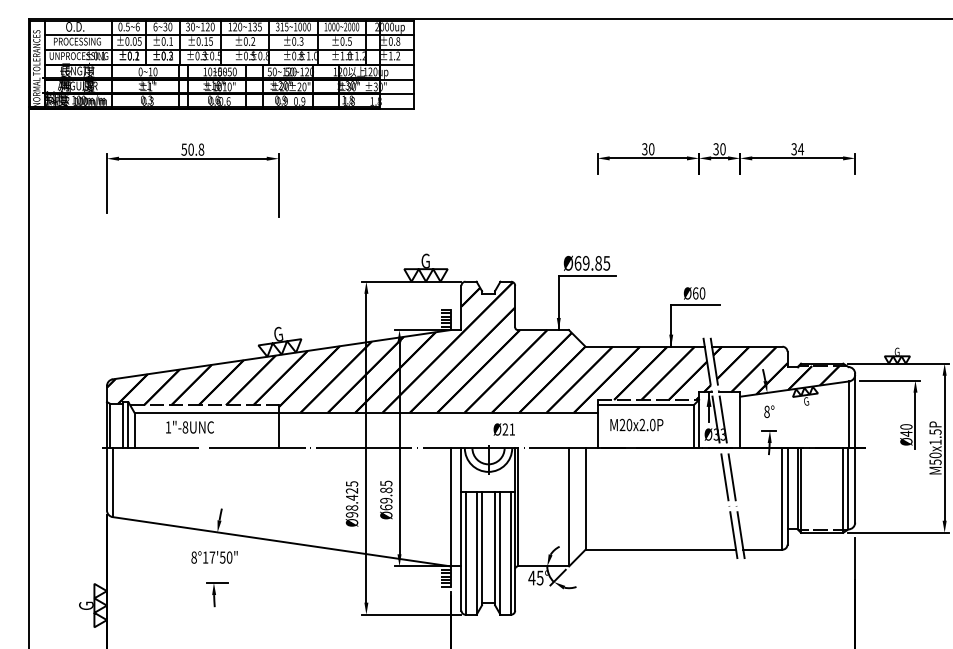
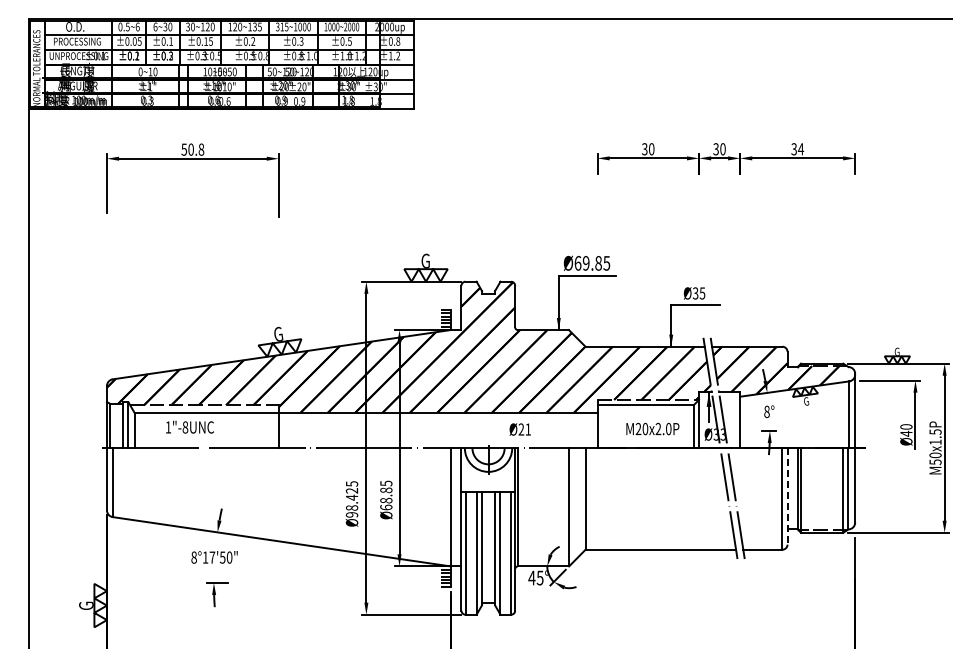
text at (698, 293): Ø60 -> Ø35
text at (636, 424) position: (636, 424) -> (652, 428)
text at (503, 429) position: (503, 429) -> (519, 429)
line at (787, 496): solid -> dashed
text at (386, 500): Ø69.85 -> Ø68.85
